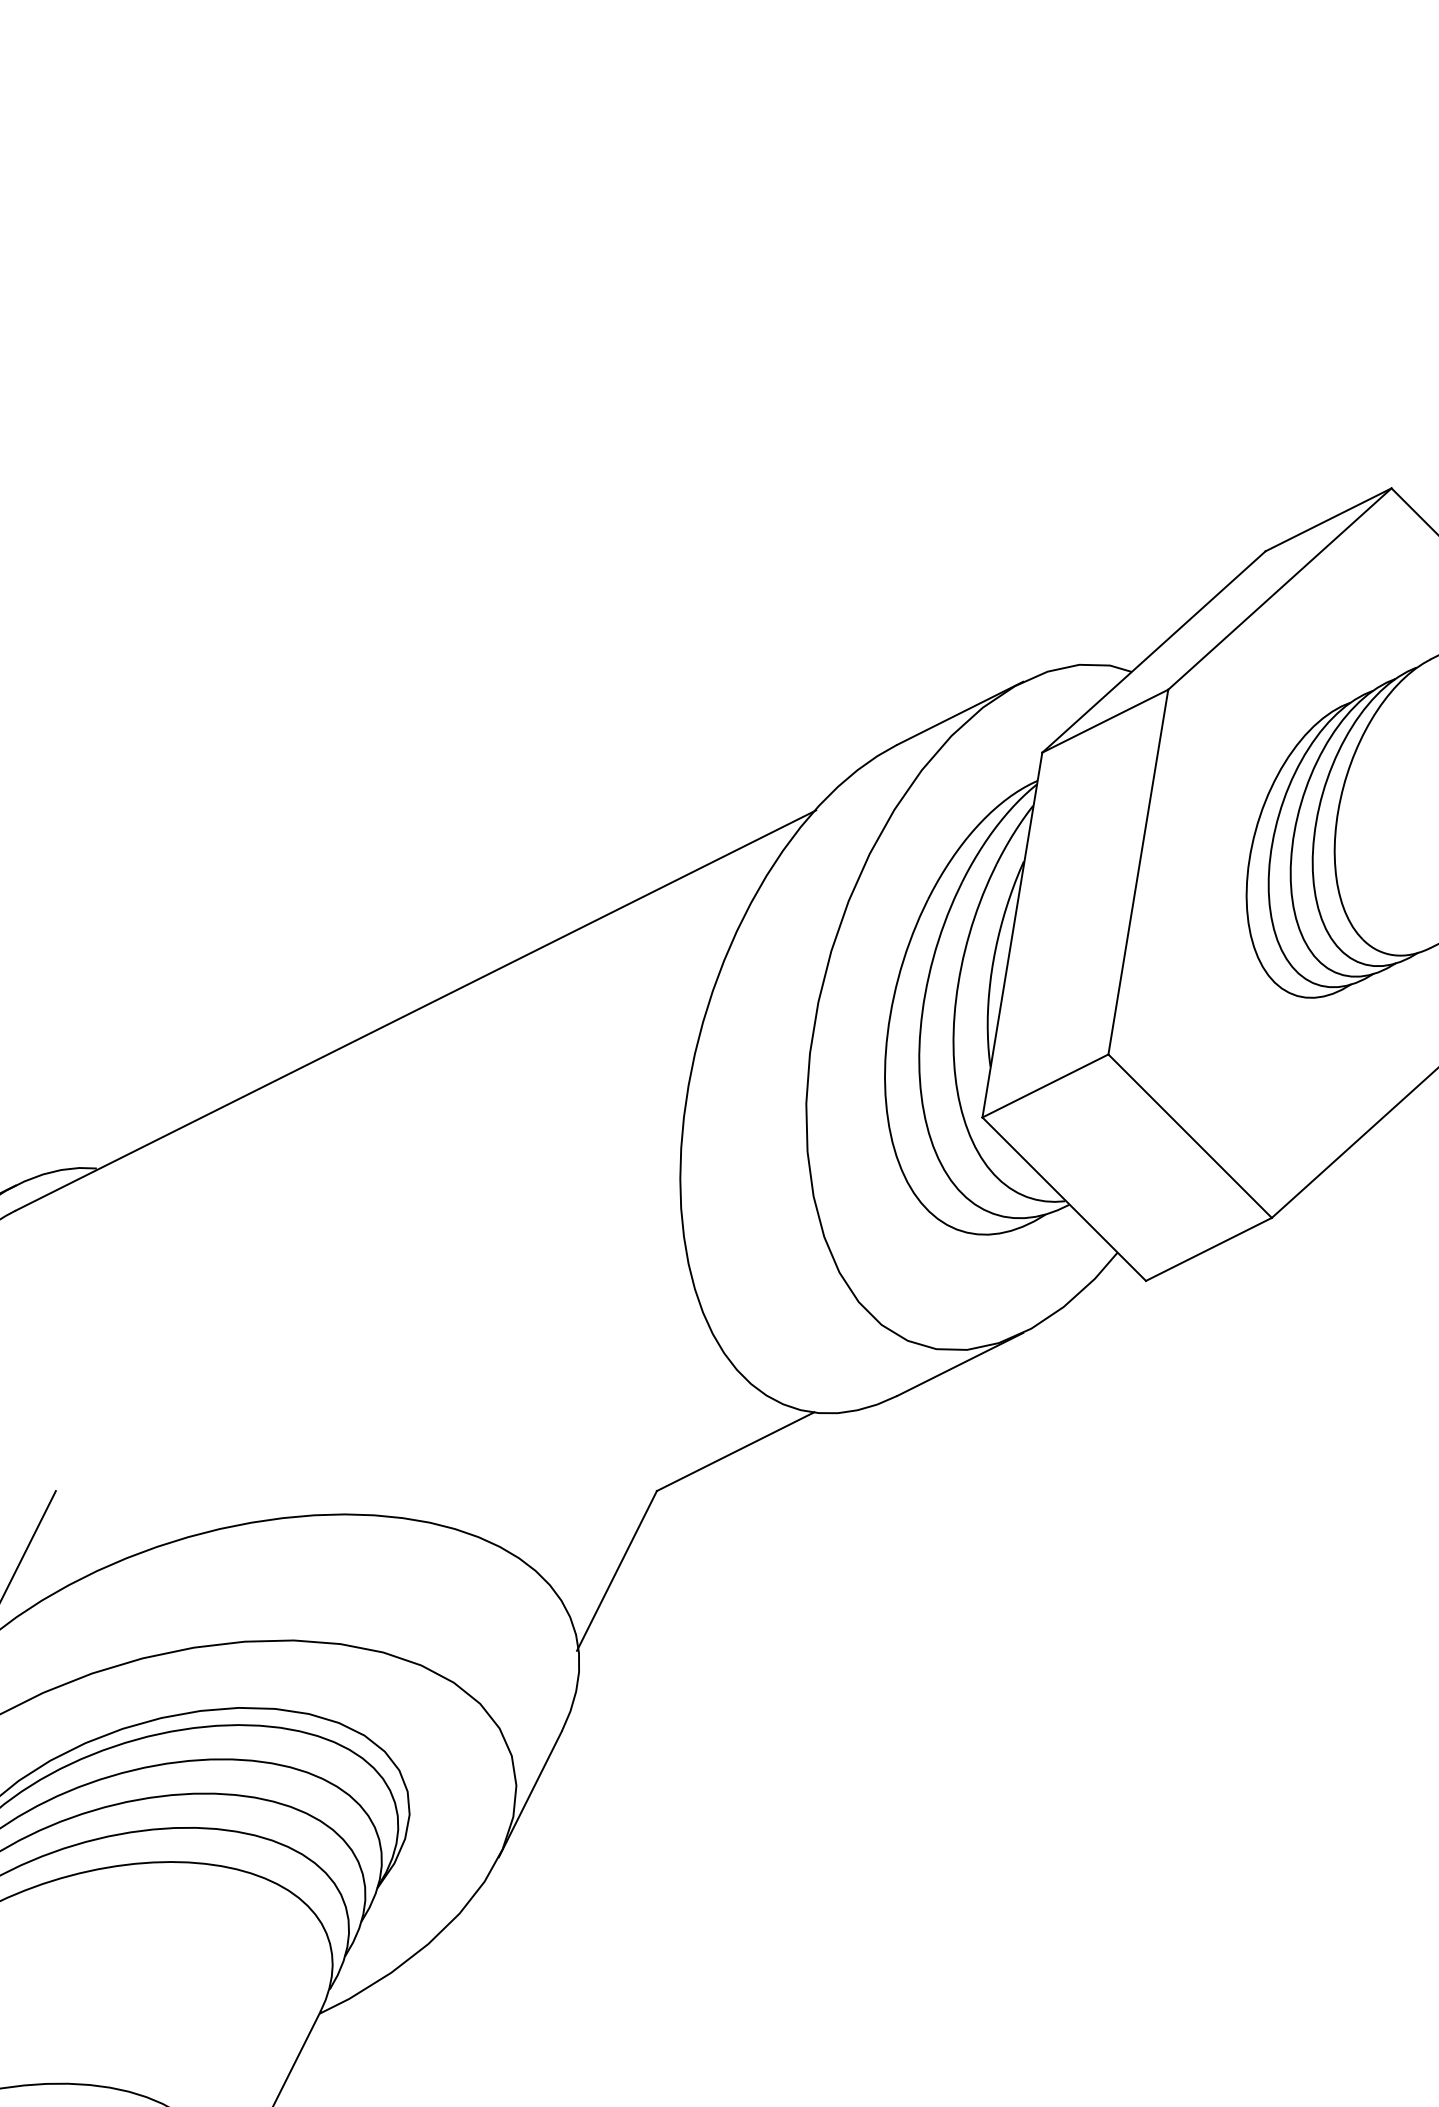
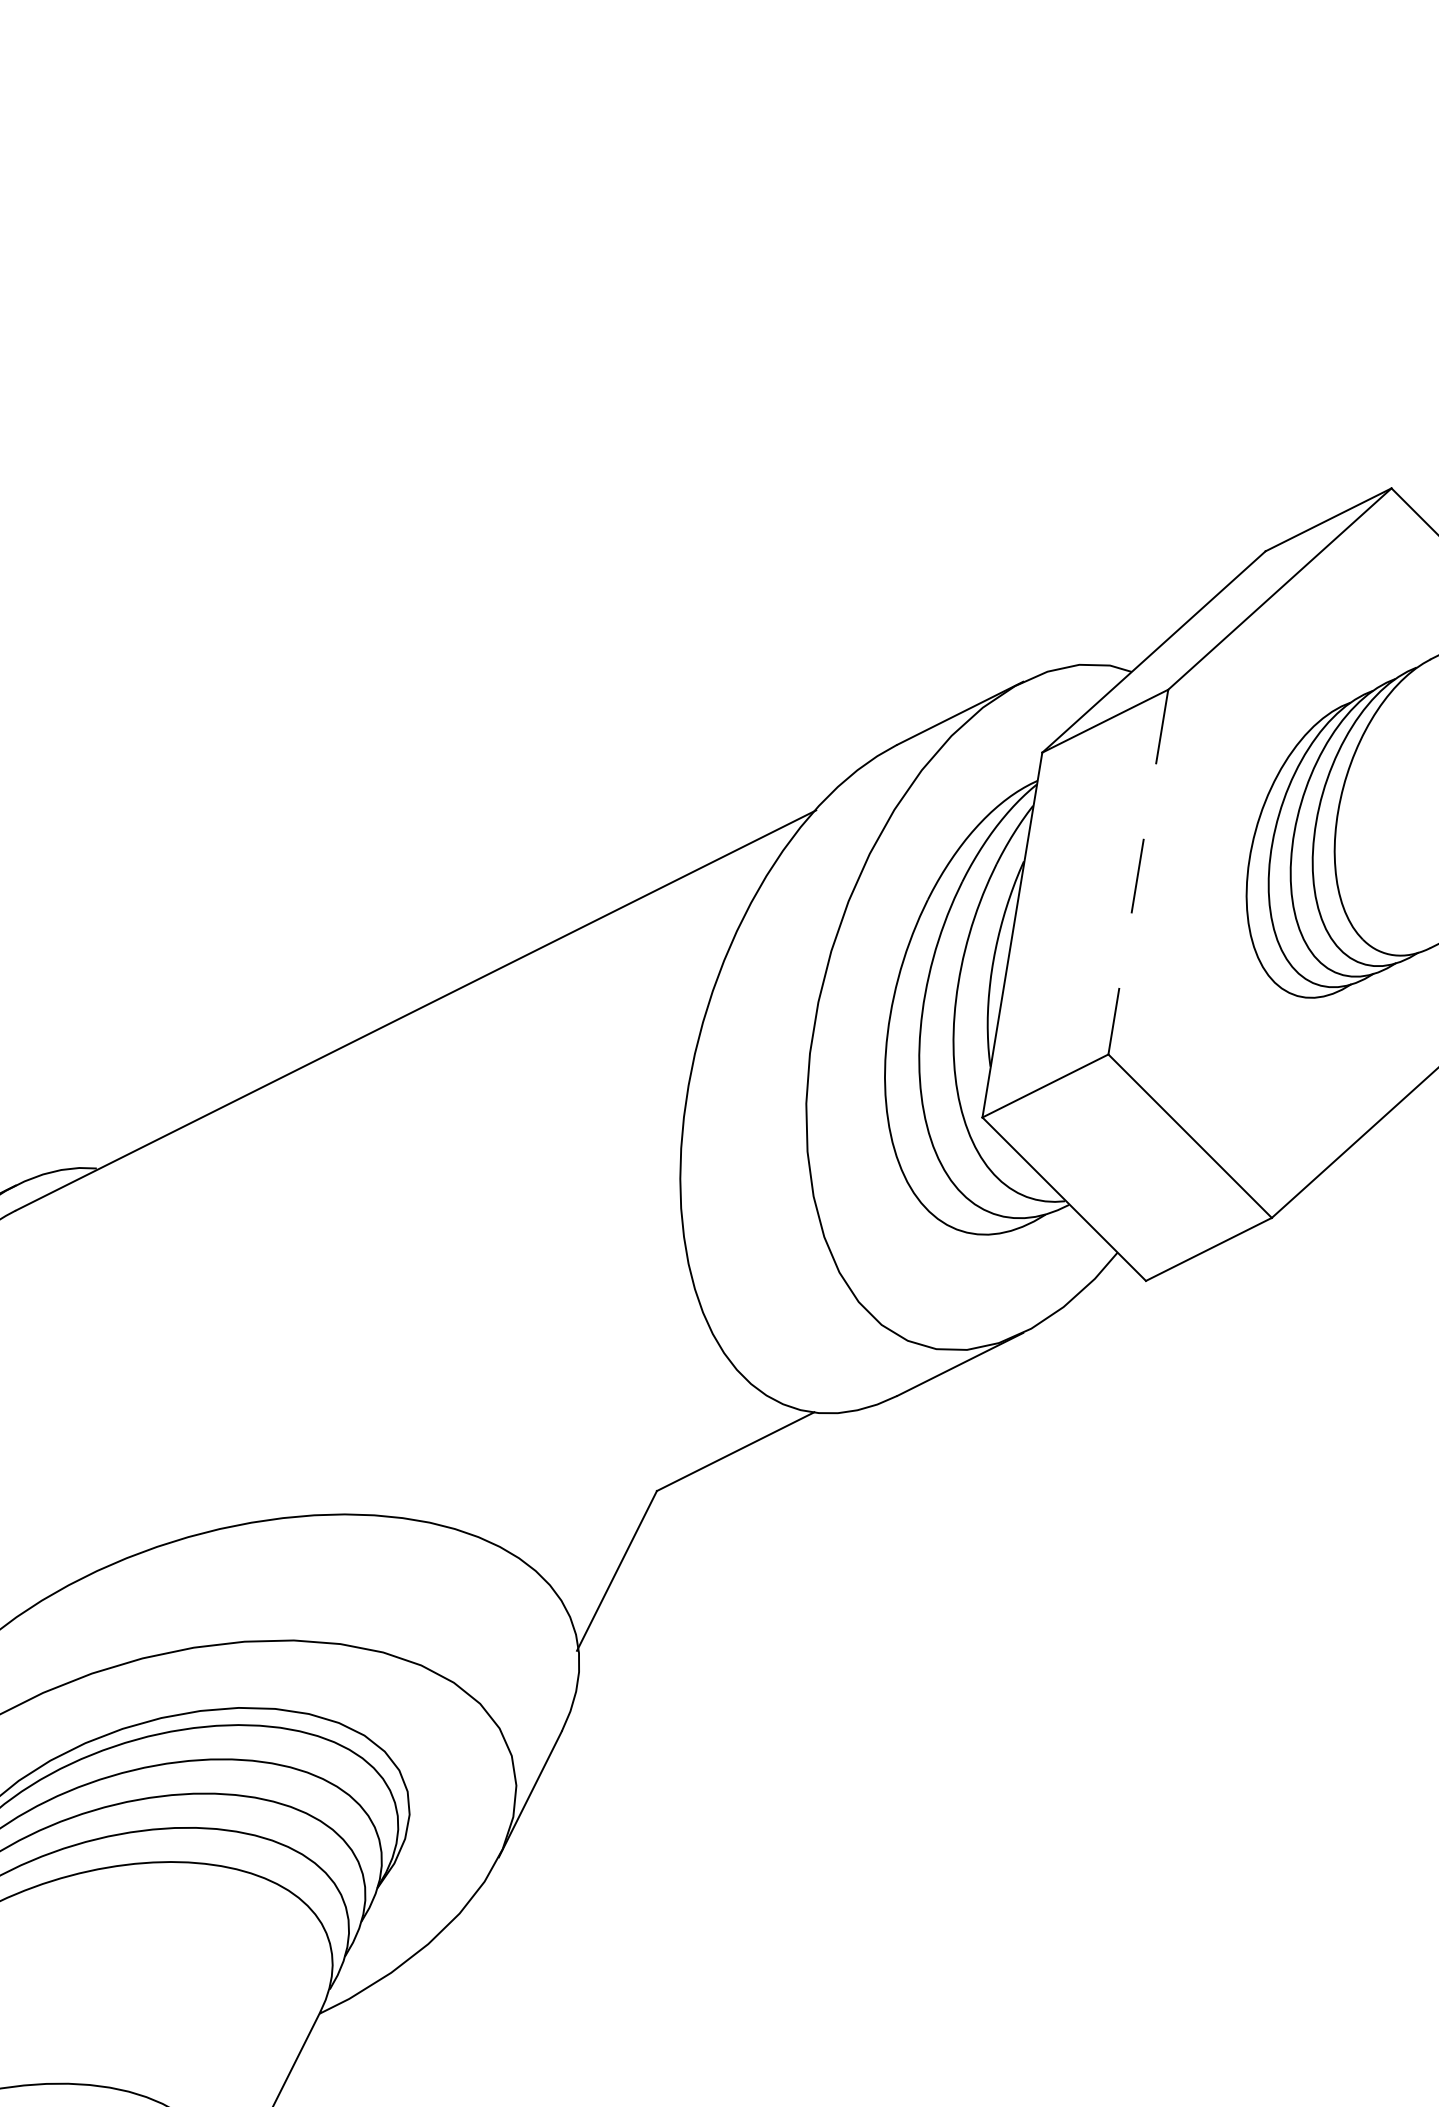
line at (1138, 872): solid -> dashed
line at (28, 1544): present -> none
